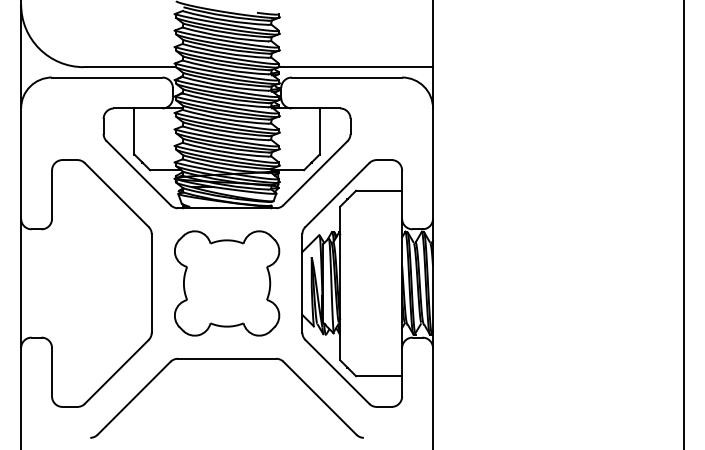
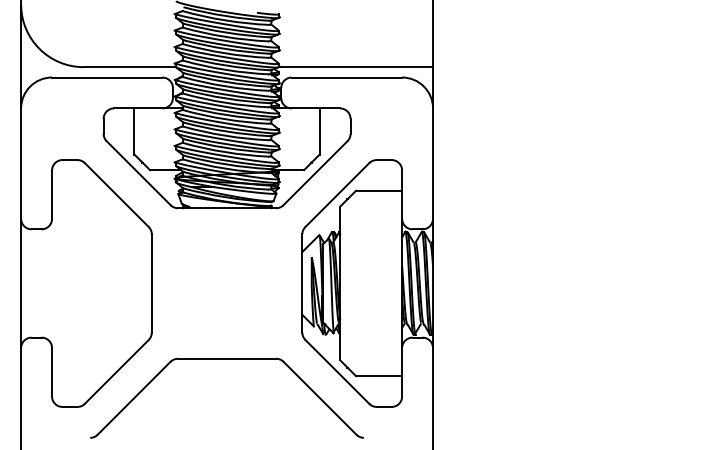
line at (683, 224): present -> none
part at (227, 283): present -> none
